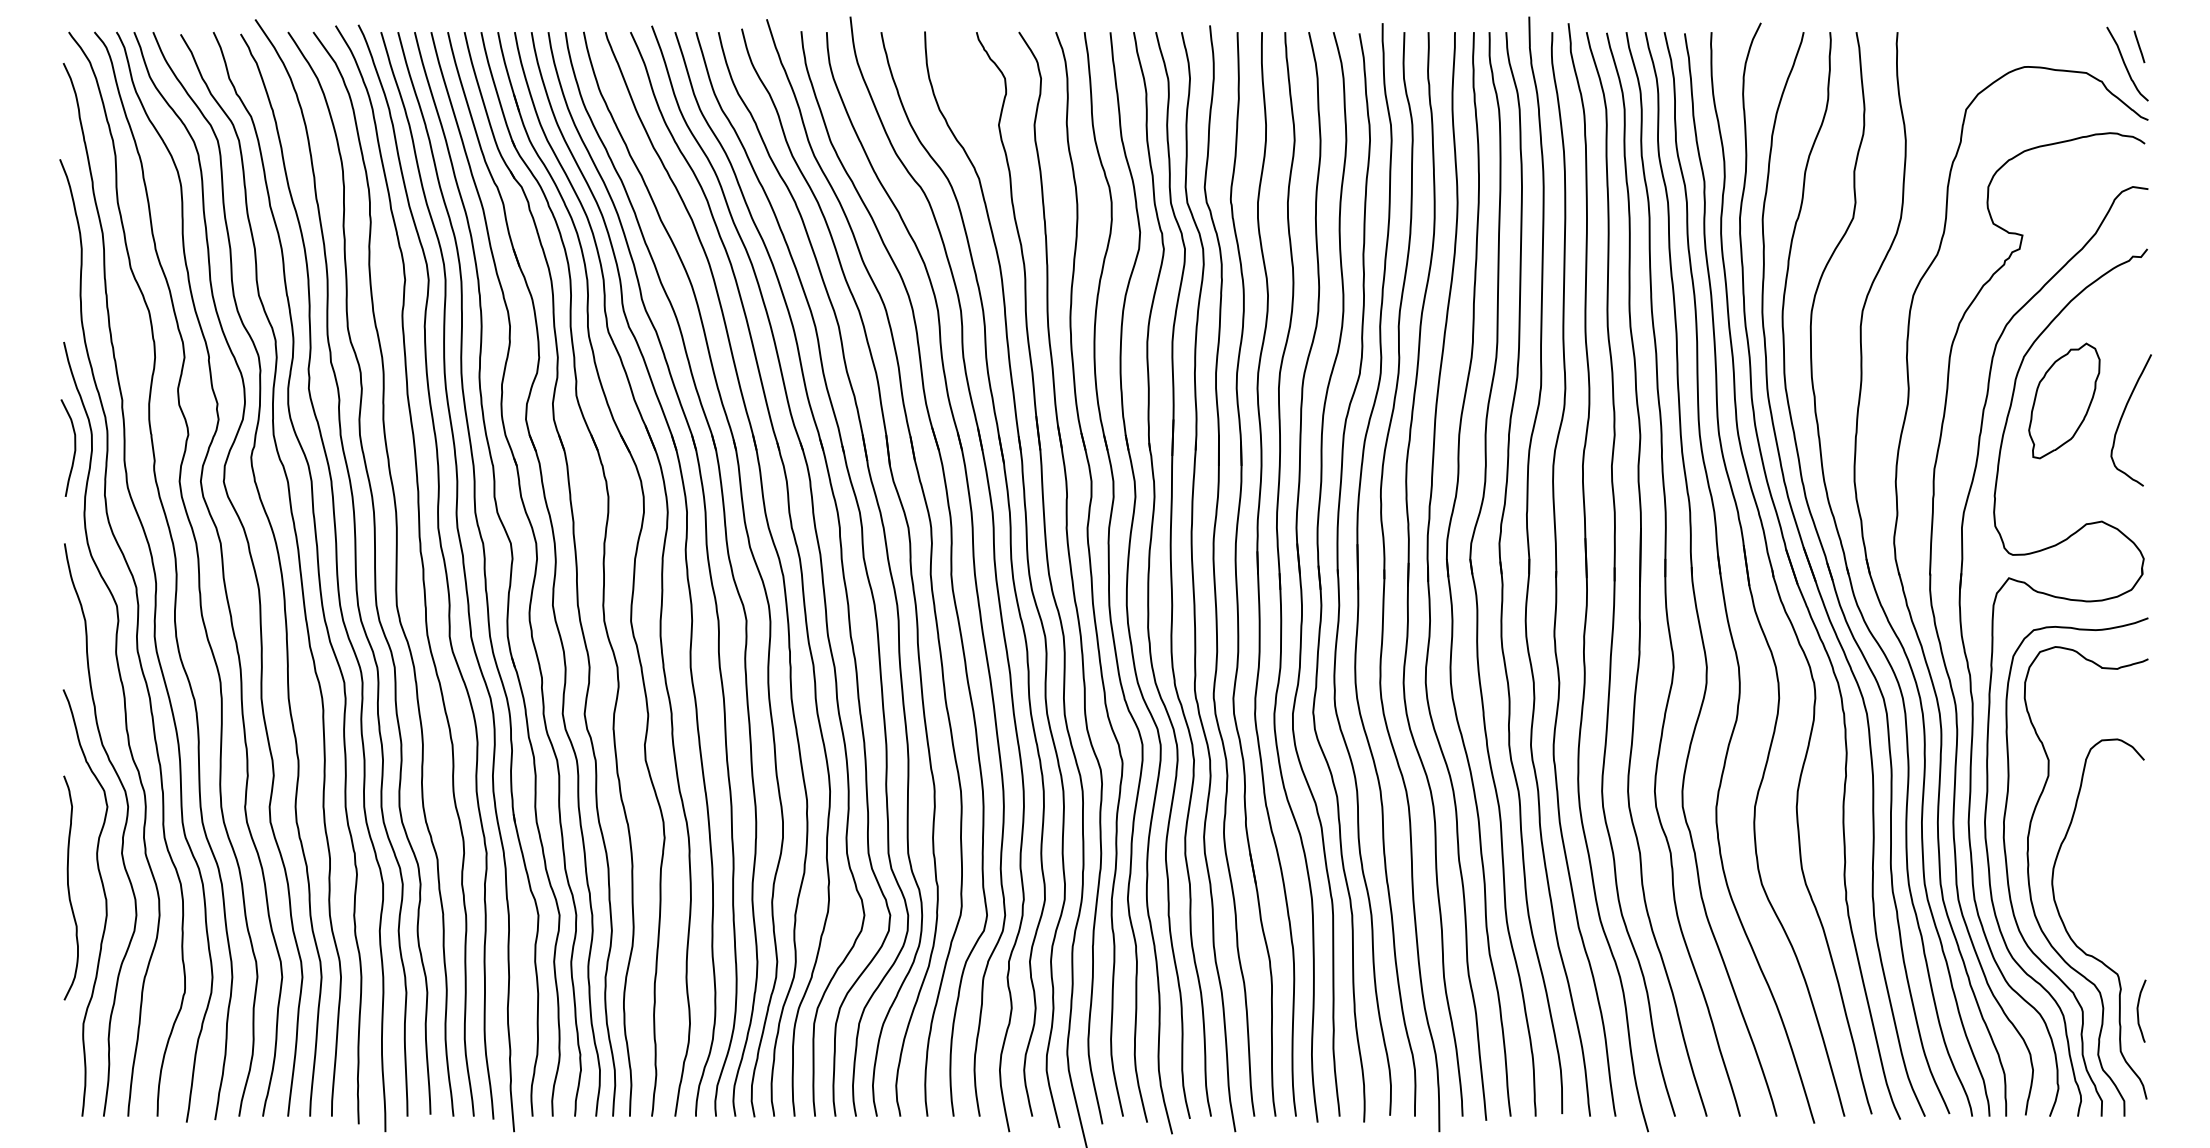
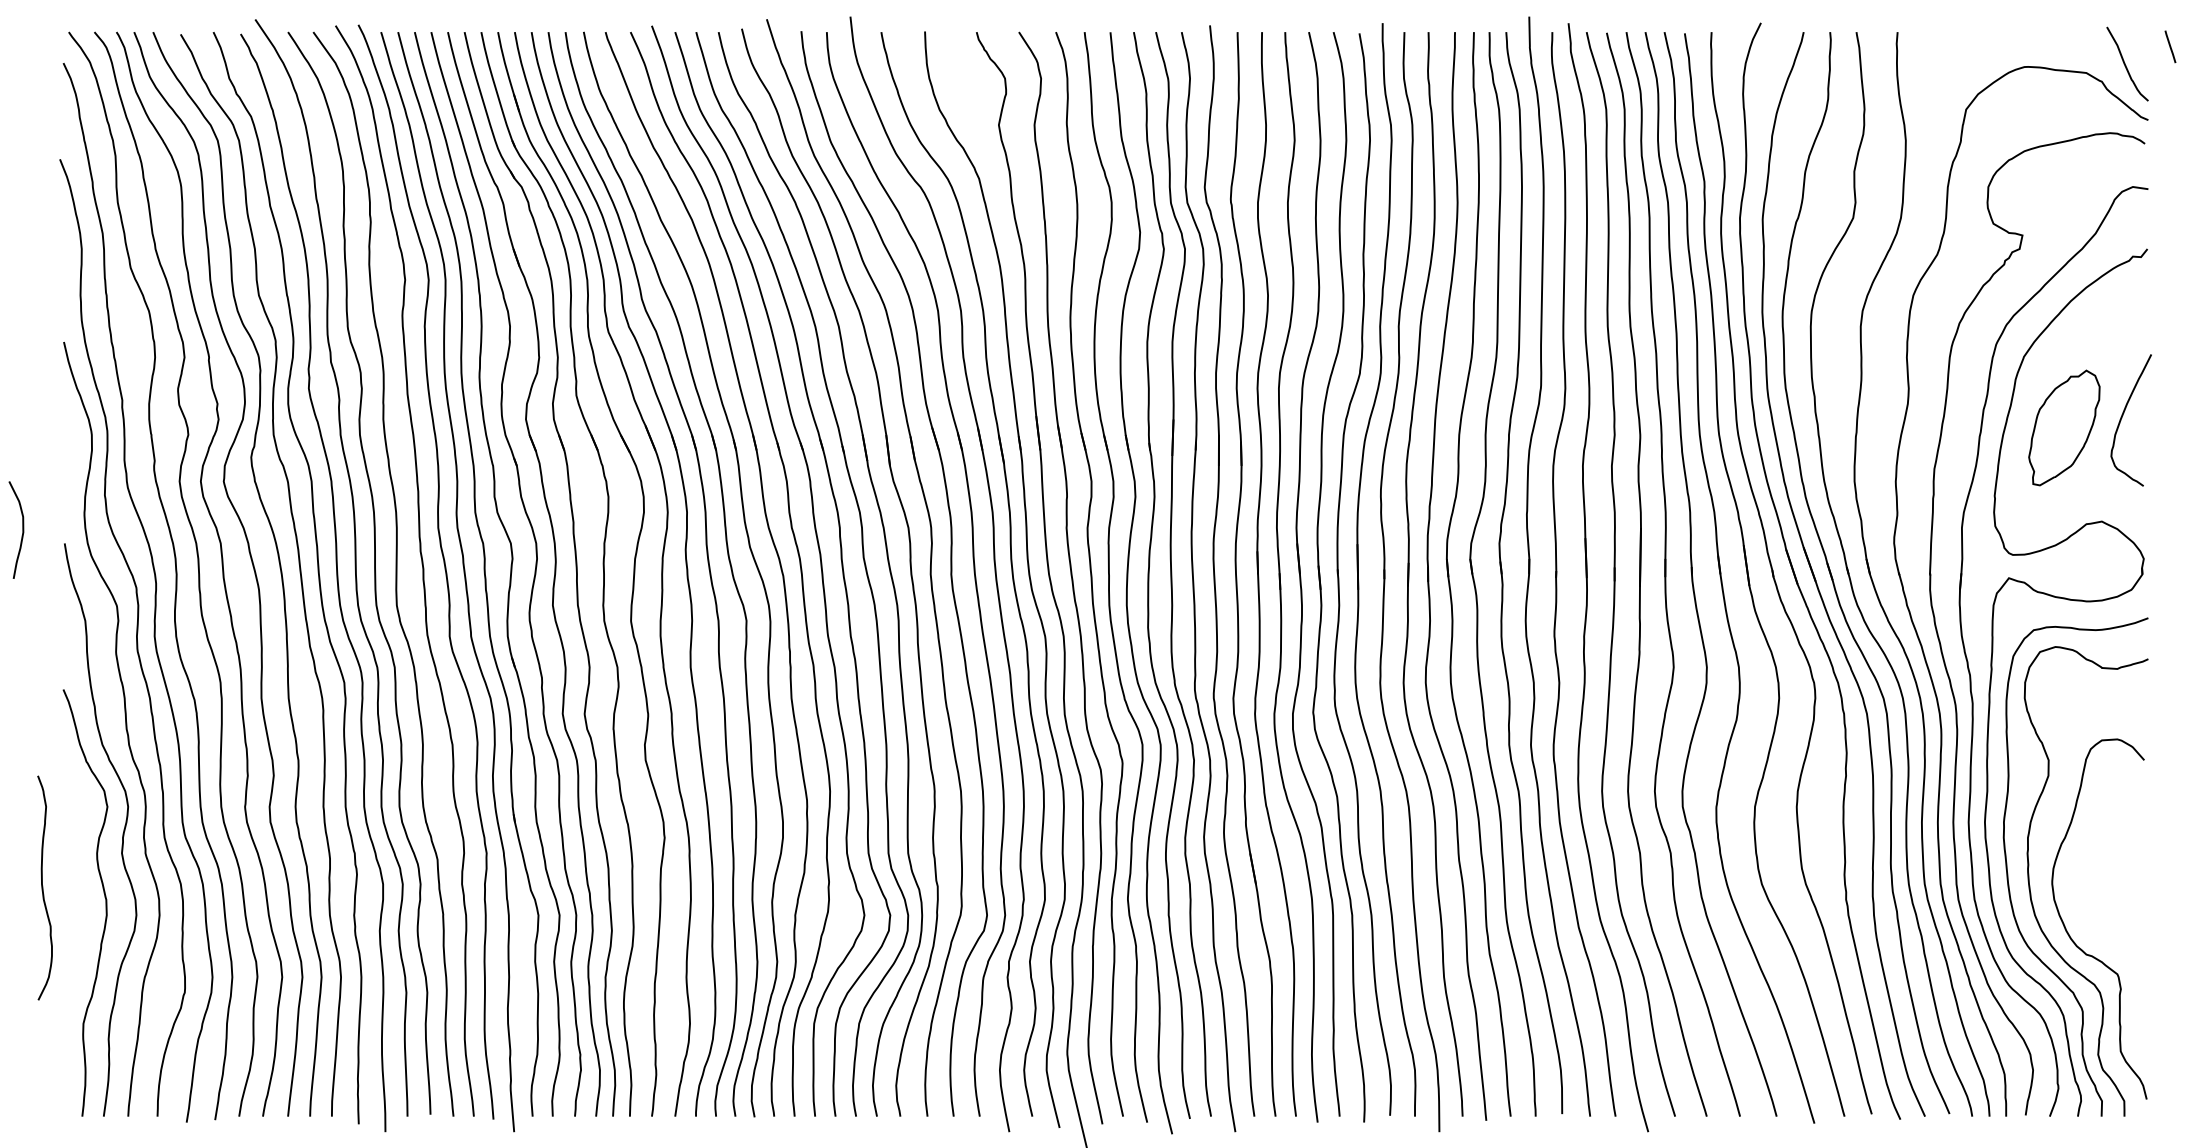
line at (2139, 46) position: (2139, 46) -> (2170, 46)
part at (2064, 400) position: (2064, 400) -> (2064, 427)
curve at (74, 447) position: (74, 447) -> (22, 529)
curve at (69, 887) position: (69, 887) -> (43, 887)
curve at (2138, 1010): present -> none
